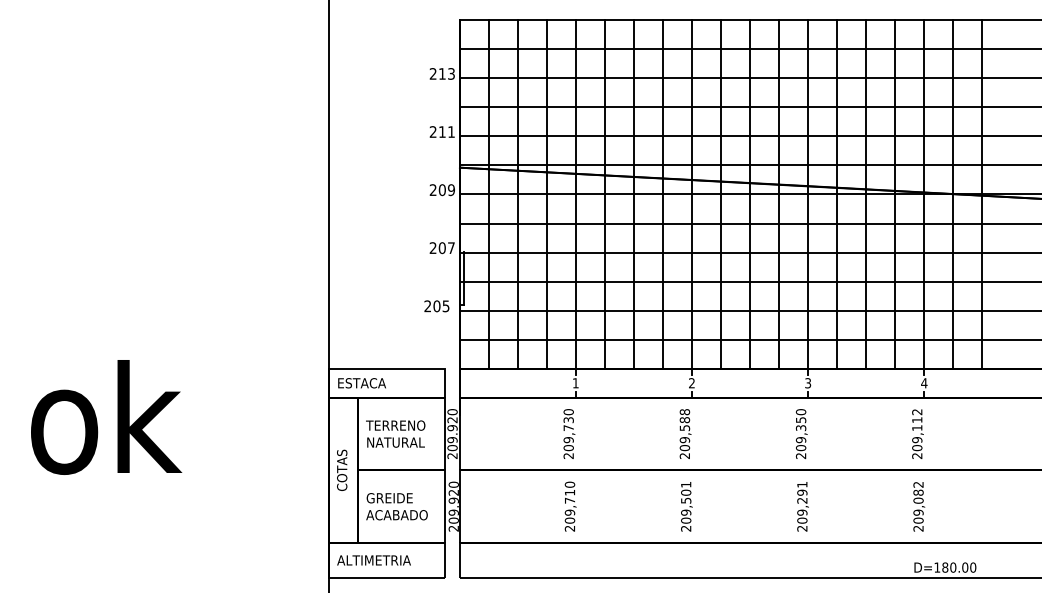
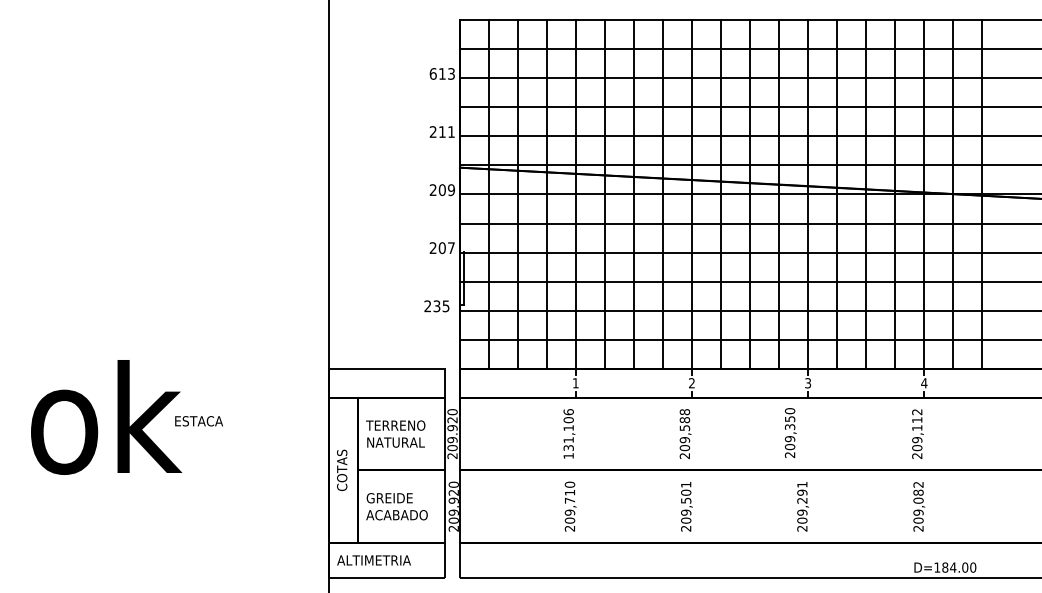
text at (432, 73): 213 -> 613
text at (436, 306): 205 -> 235
text at (361, 383) position: (361, 383) -> (198, 421)
text at (801, 433) position: (801, 433) -> (790, 432)
text at (568, 434): 209,730 -> 131,106
text at (953, 567): D=180.00 -> D=184.00
